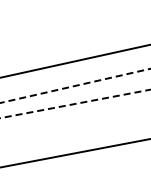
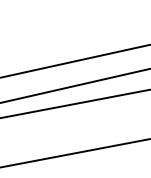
line at (75, 85): dashed -> solid
line at (74, 104): dashed -> solid
